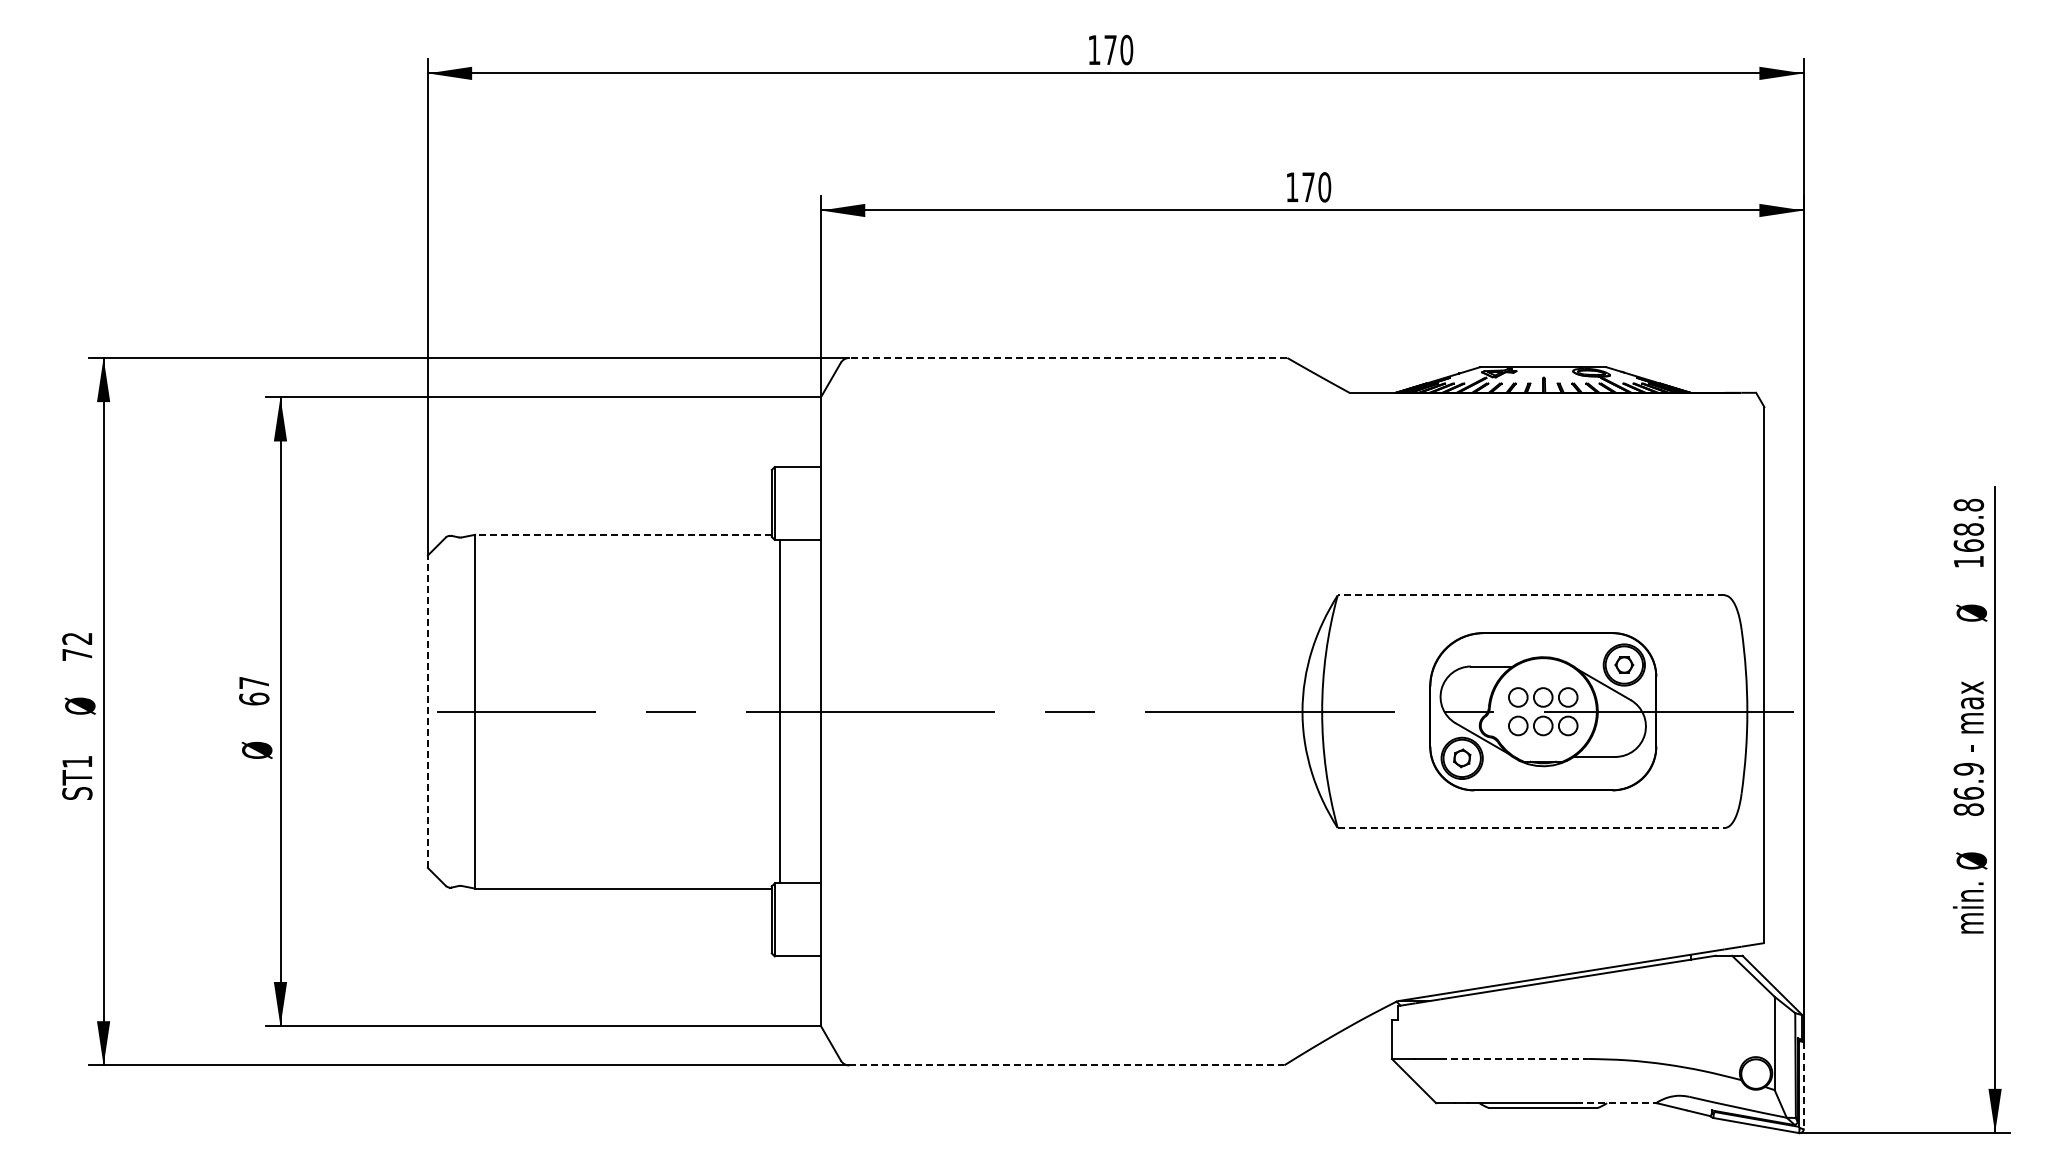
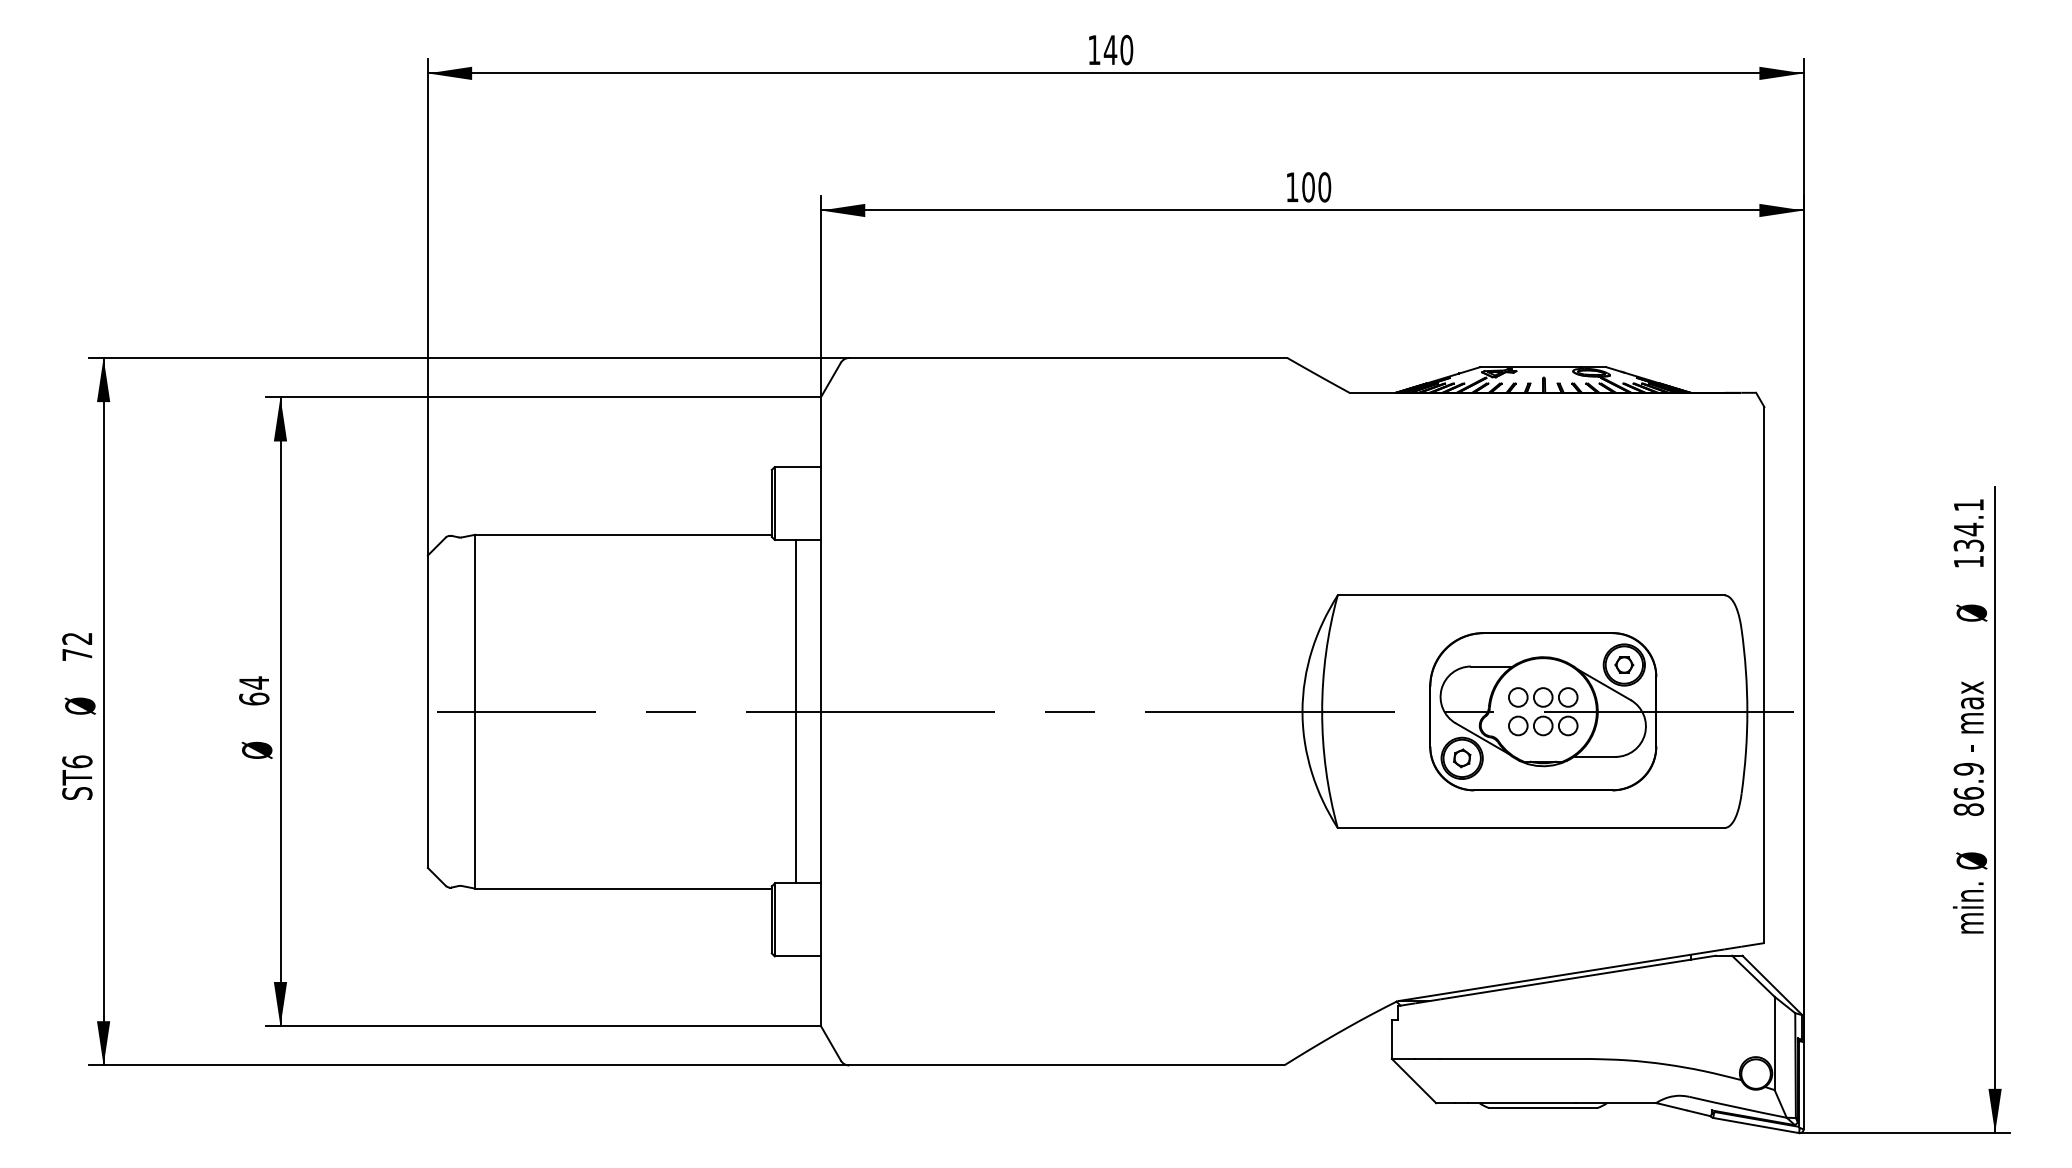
text at (1110, 49): 170 -> 140
text at (1308, 187): 170 -> 100
line at (1067, 357): dashed -> solid
text at (1968, 524): 168.8 -> 134.1
line at (622, 534): dashed -> solid
line at (1530, 595): dashed -> solid
text at (253, 682): 67 -> 64
line at (427, 711): dashed -> solid
line at (780, 711) position: (780, 711) -> (796, 711)
text at (77, 761): ST1 -> ST6
line at (1531, 827): dashed -> solid
line at (1514, 1058): dashed -> solid
line at (1067, 1065): dashed -> solid
line at (1803, 1085): dashed -> solid
line at (1616, 1103): dashed -> solid
